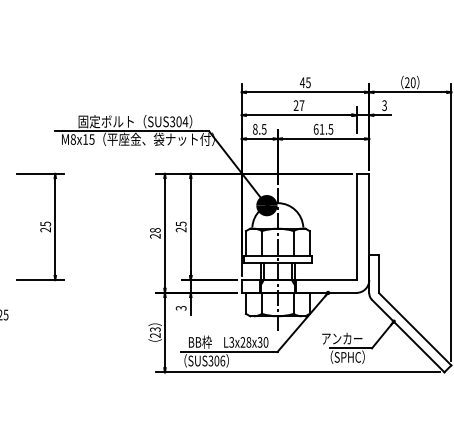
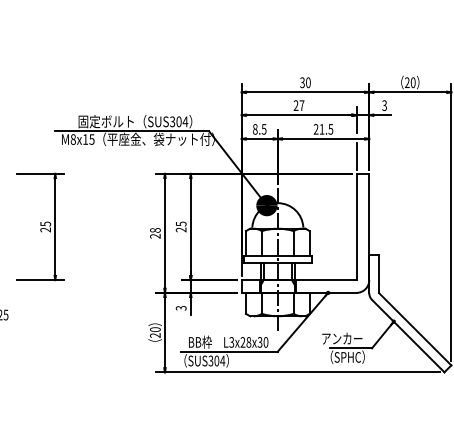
text at (304, 82): 45 -> 30
text at (315, 129): 61.5 -> 21.5
line at (356, 155): none -> present
text at (155, 329): 23 -> 20
text at (222, 360): SUS306 -> SUS304
